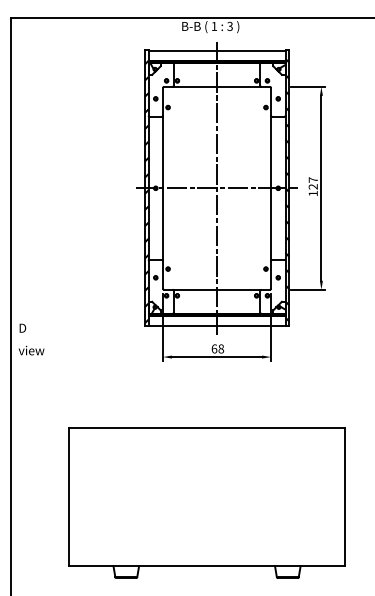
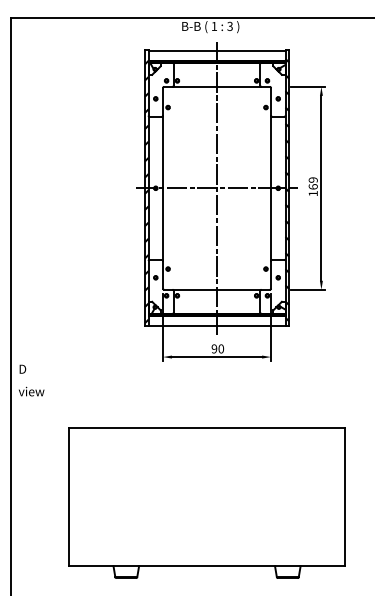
text at (312, 183): 127 -> 169
text at (31, 339) position: (31, 339) -> (31, 380)
text at (217, 348): 68 -> 90
